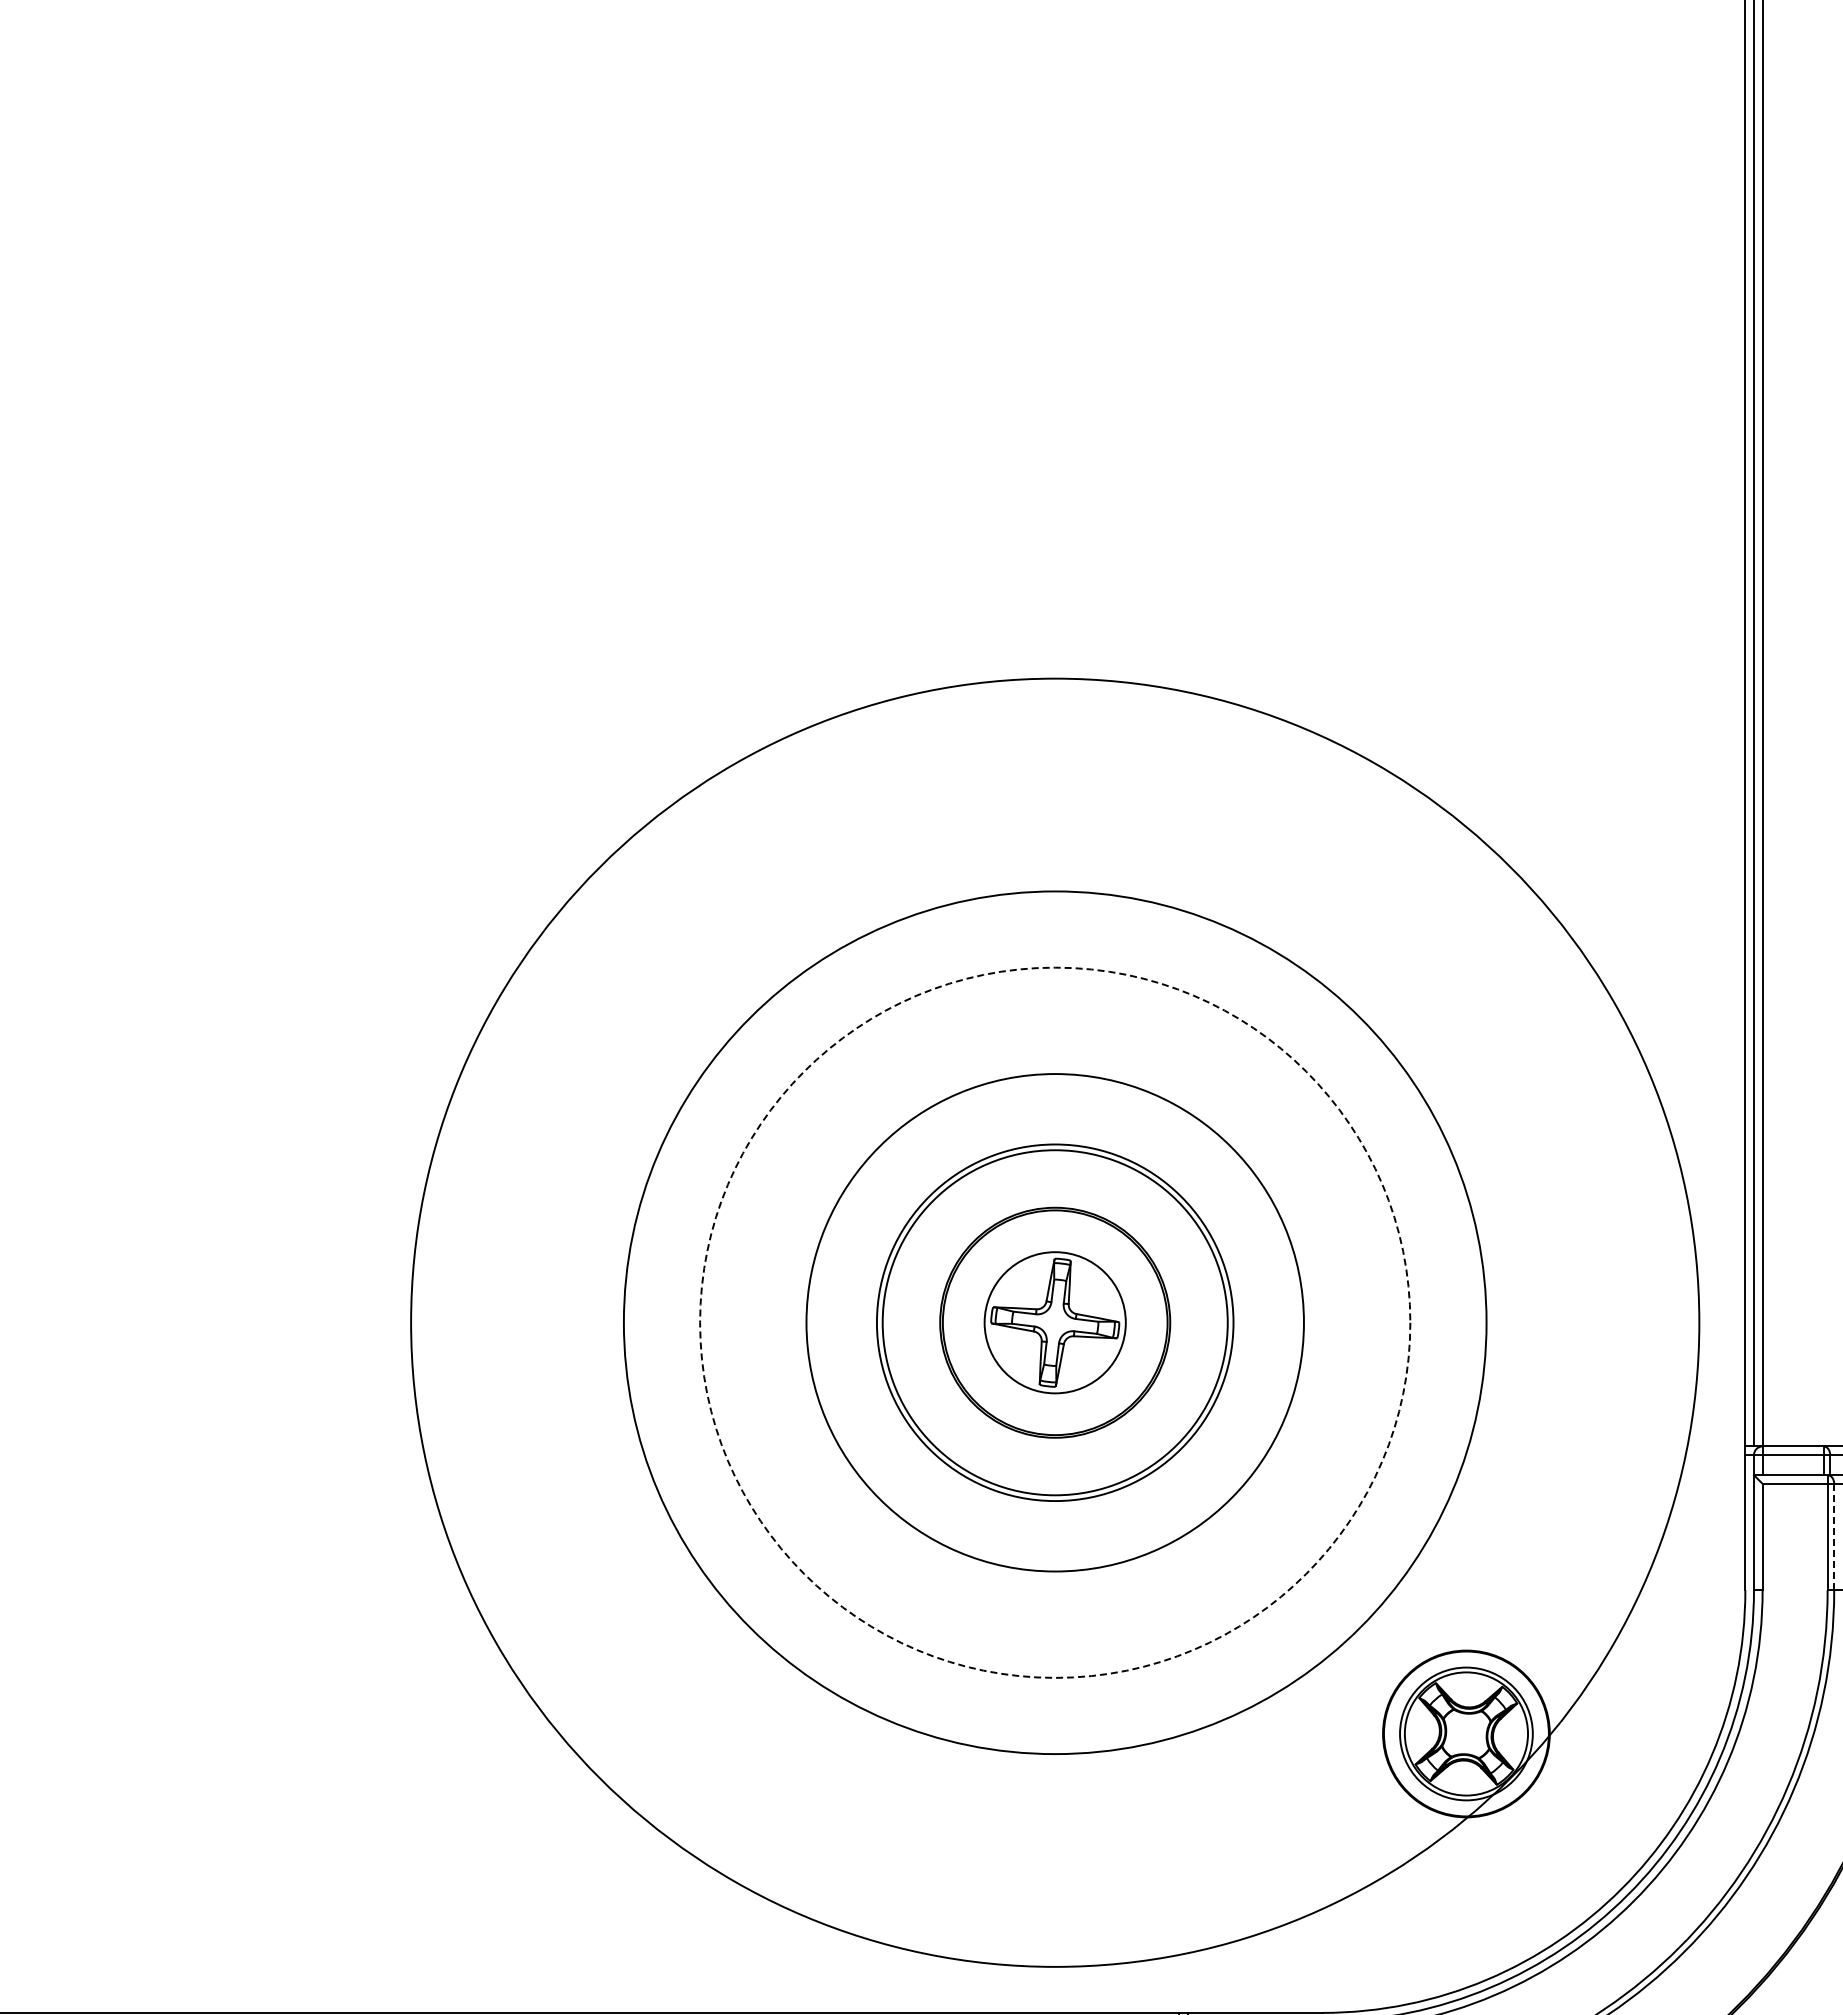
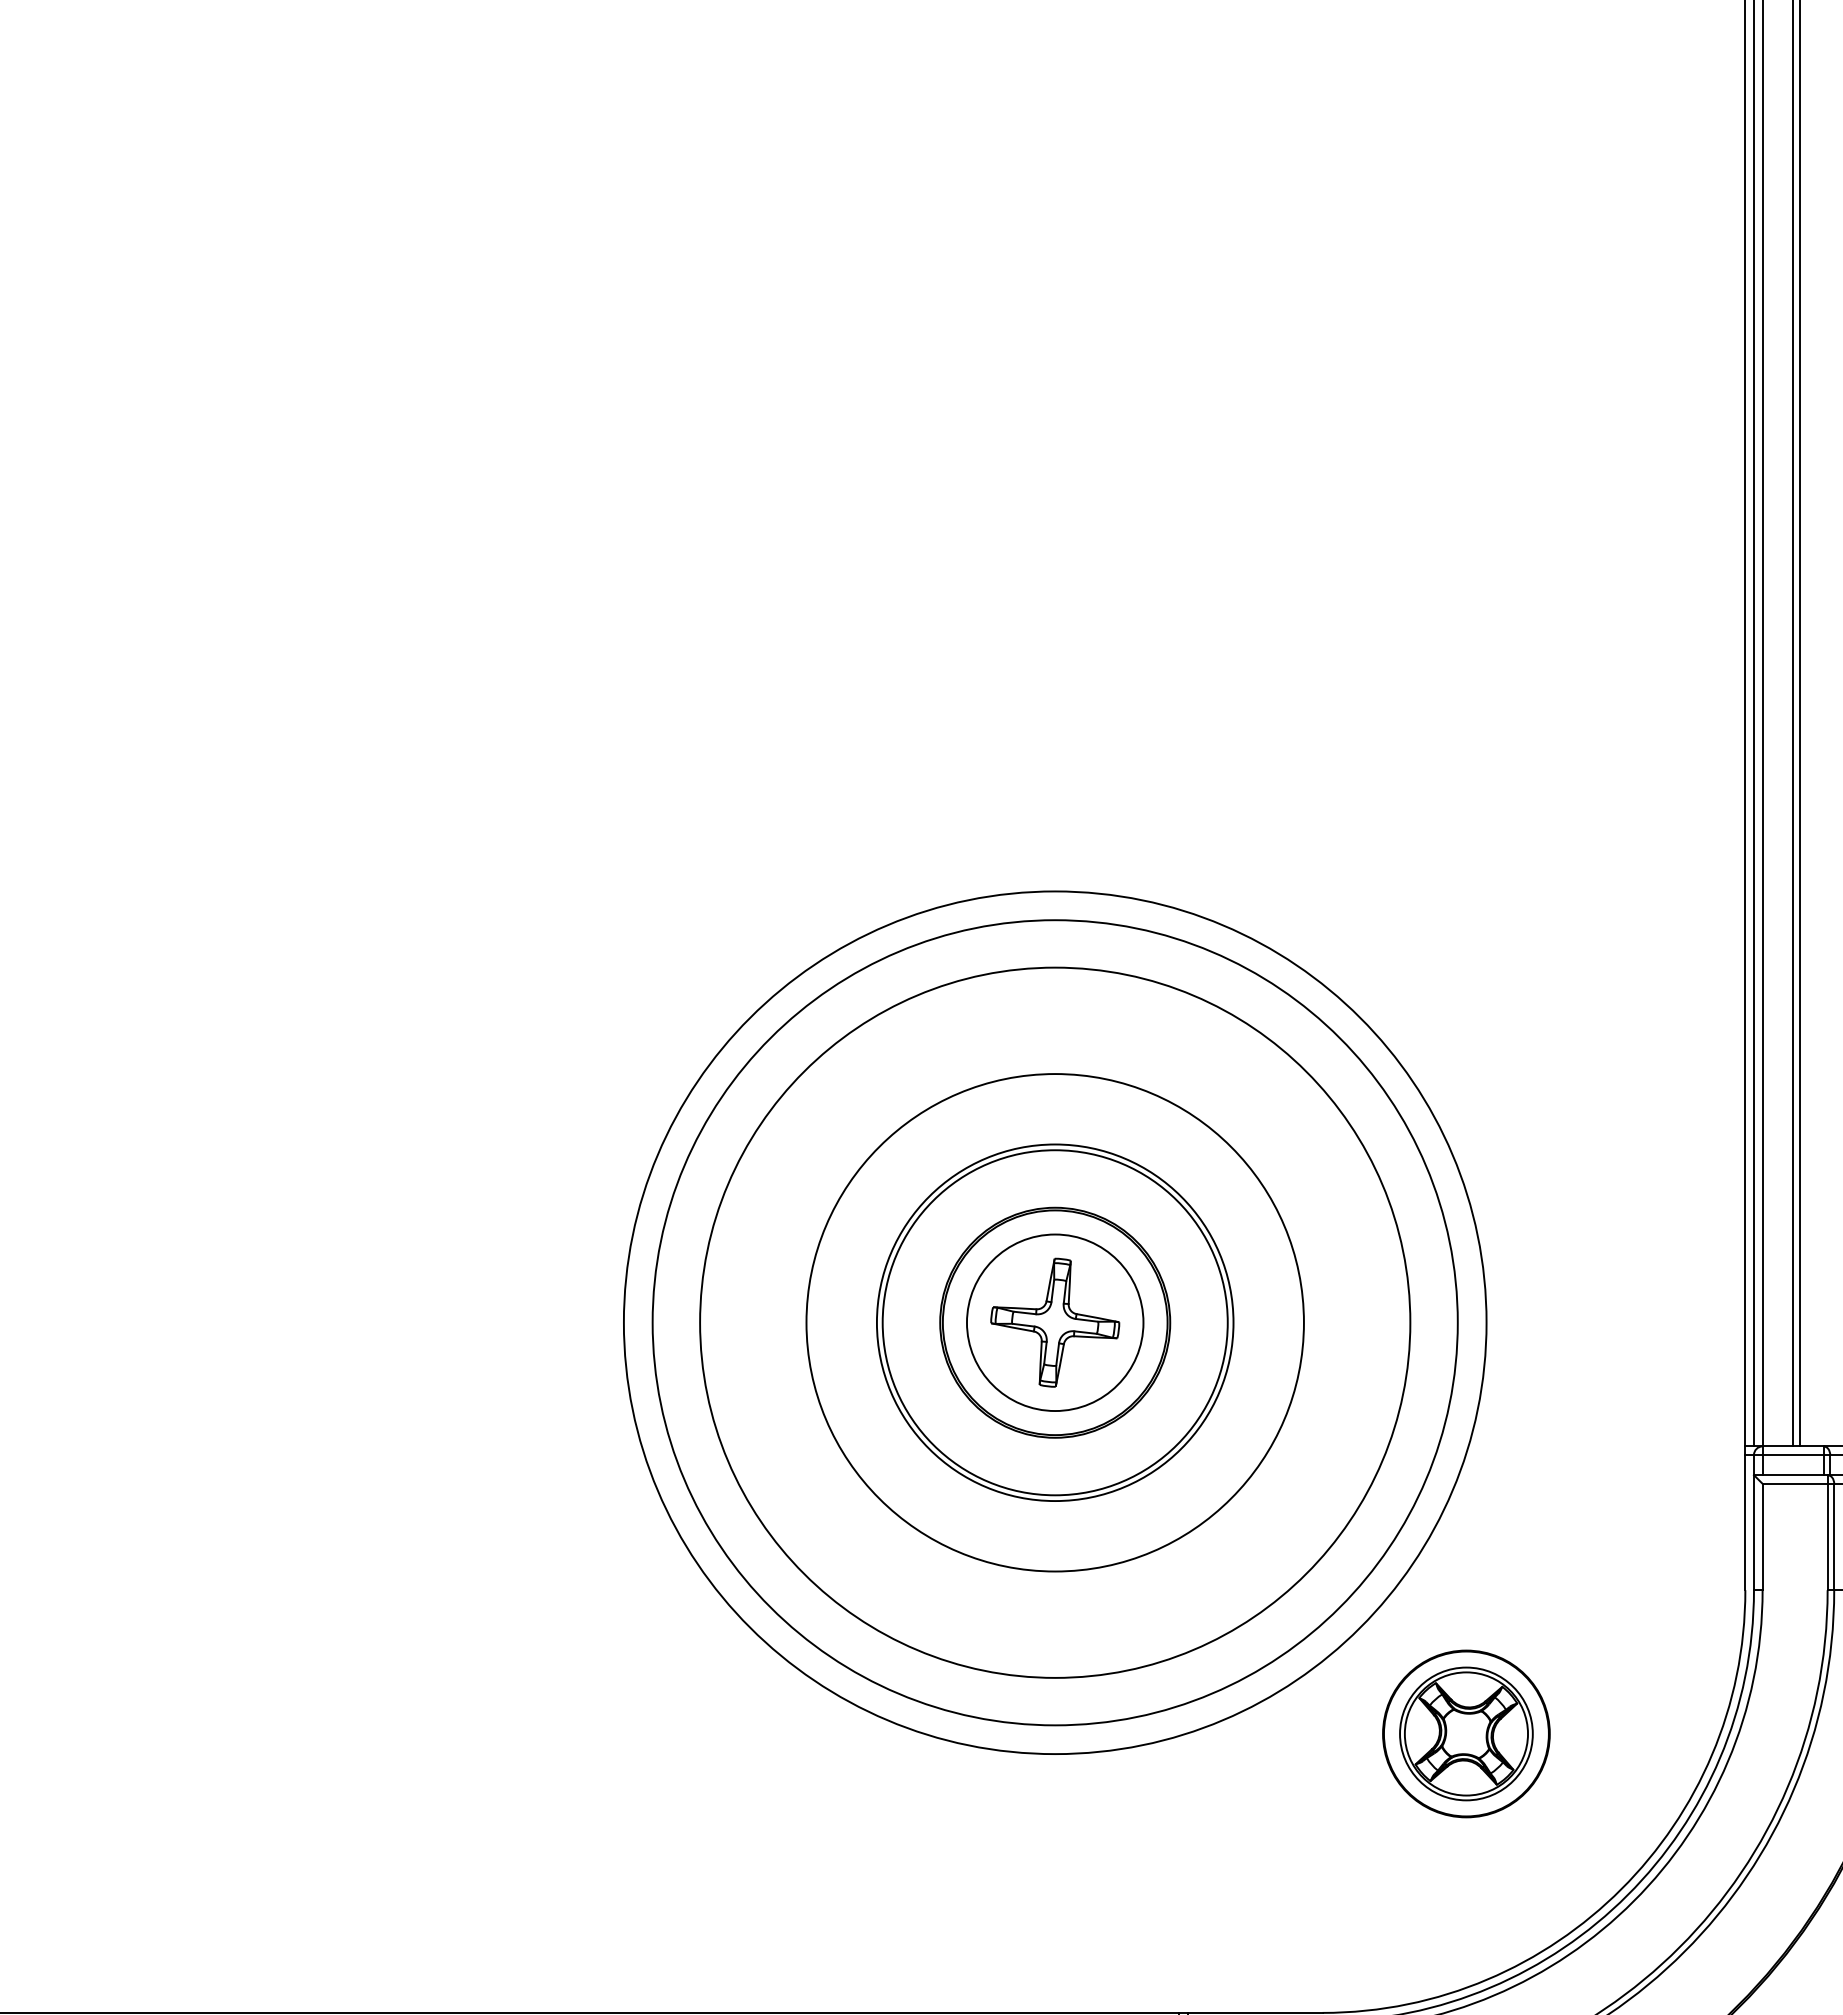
line at (1793, 724): none -> present
line at (1799, 724): none -> present
circle at (1054, 1322) diameter: 141 px -> 176 px
circle at (1055, 1322) diameter: 1288 px -> 805 px
circle at (1055, 1322): dashed -> solid
line at (1834, 1536): dashed -> solid
